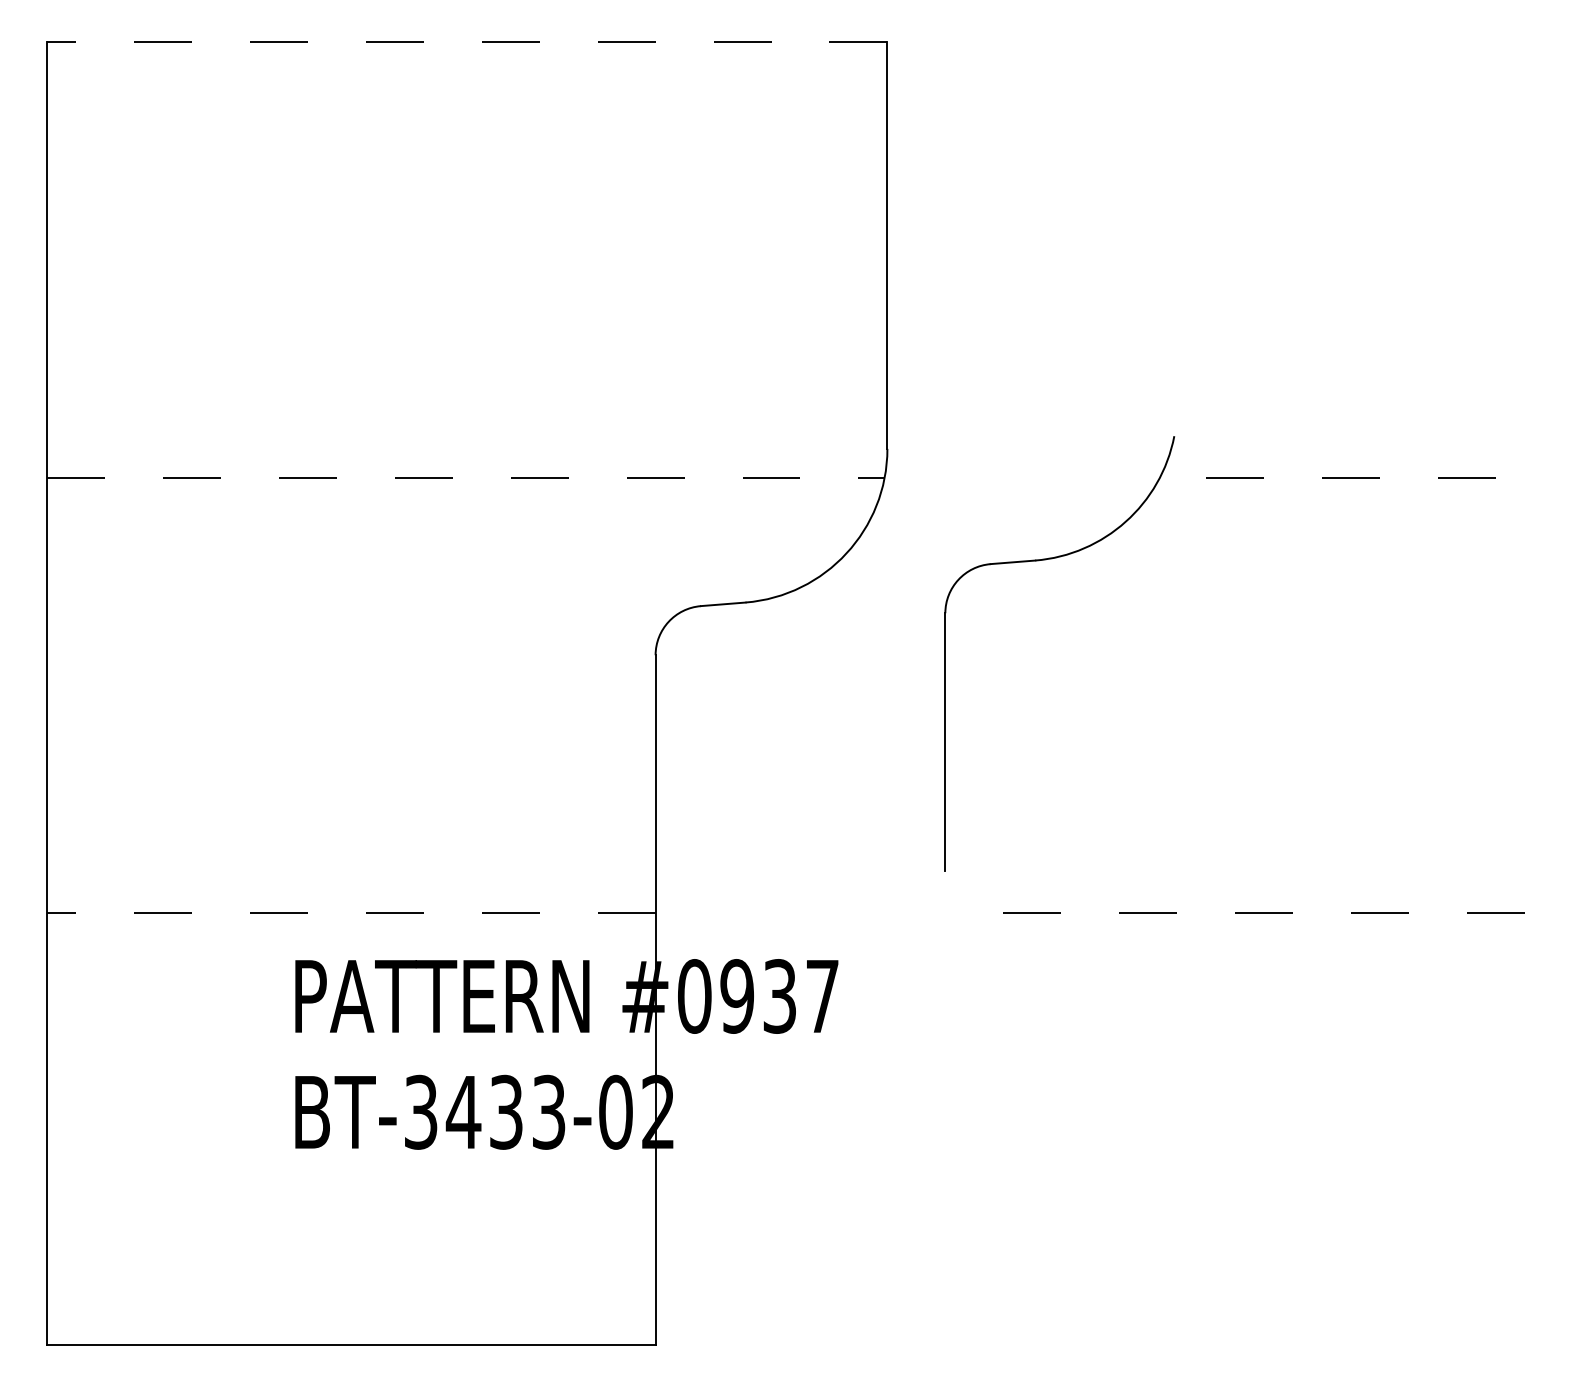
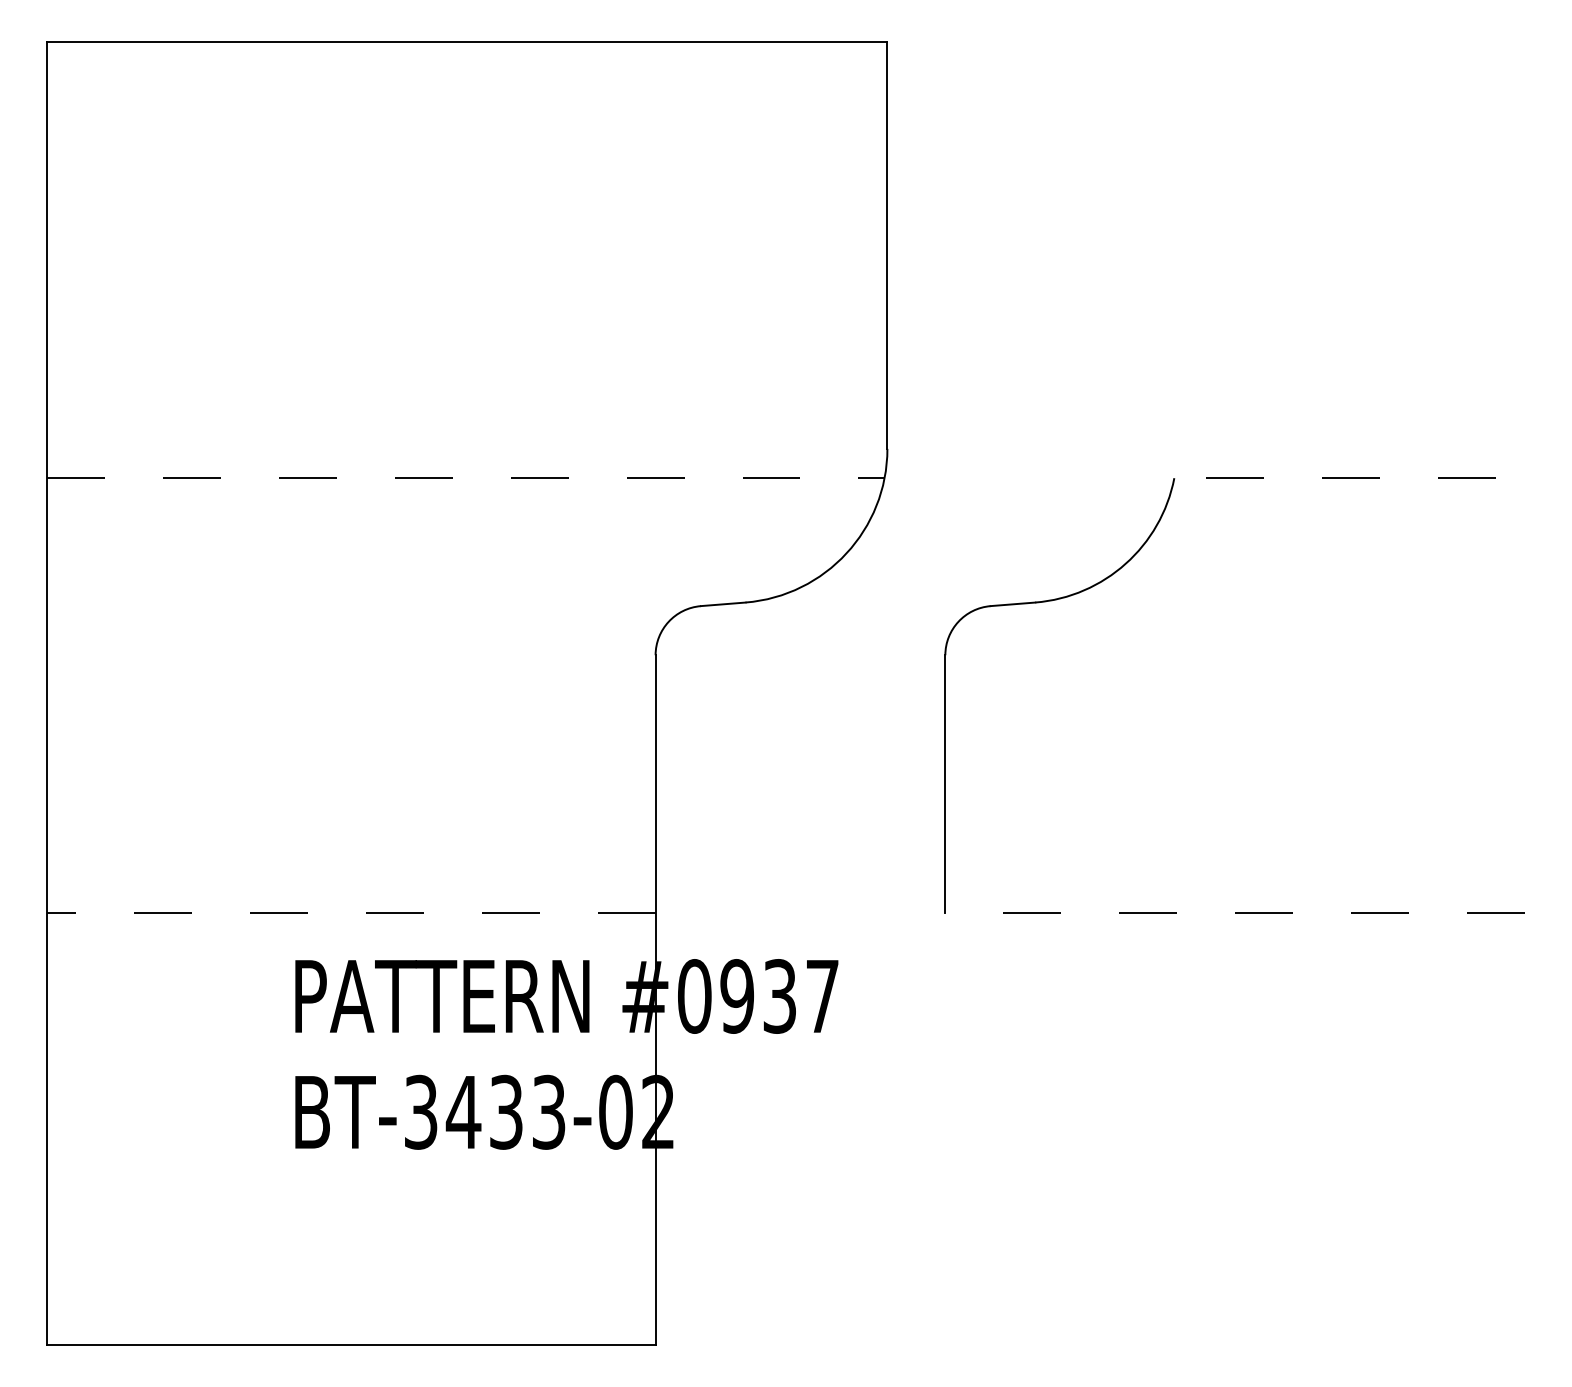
line at (466, 41): dashed -> solid
part at (1046, 560) position: (1046, 560) -> (1046, 602)
